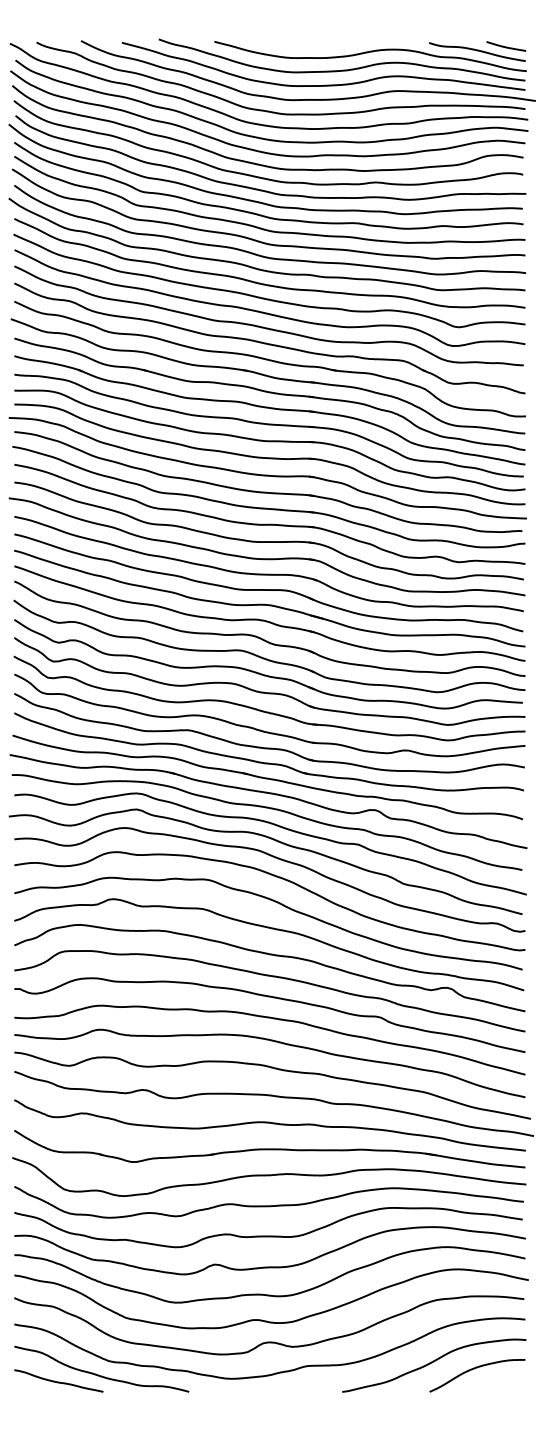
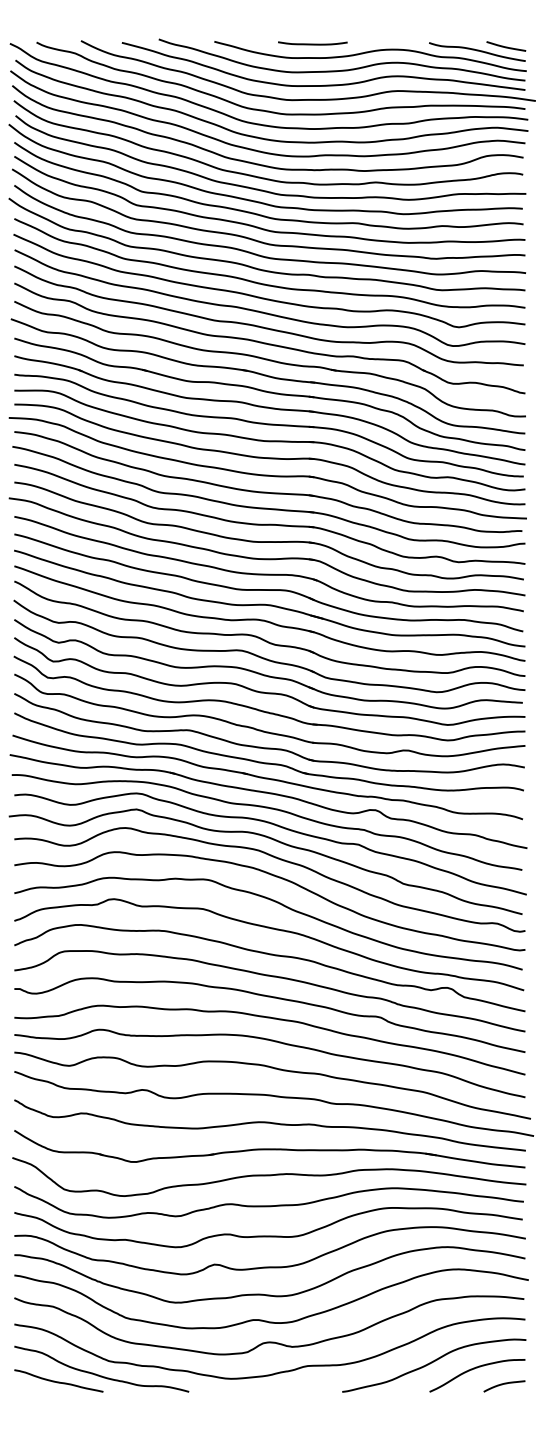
curve at (312, 43): none -> present
curve at (504, 1384): none -> present
